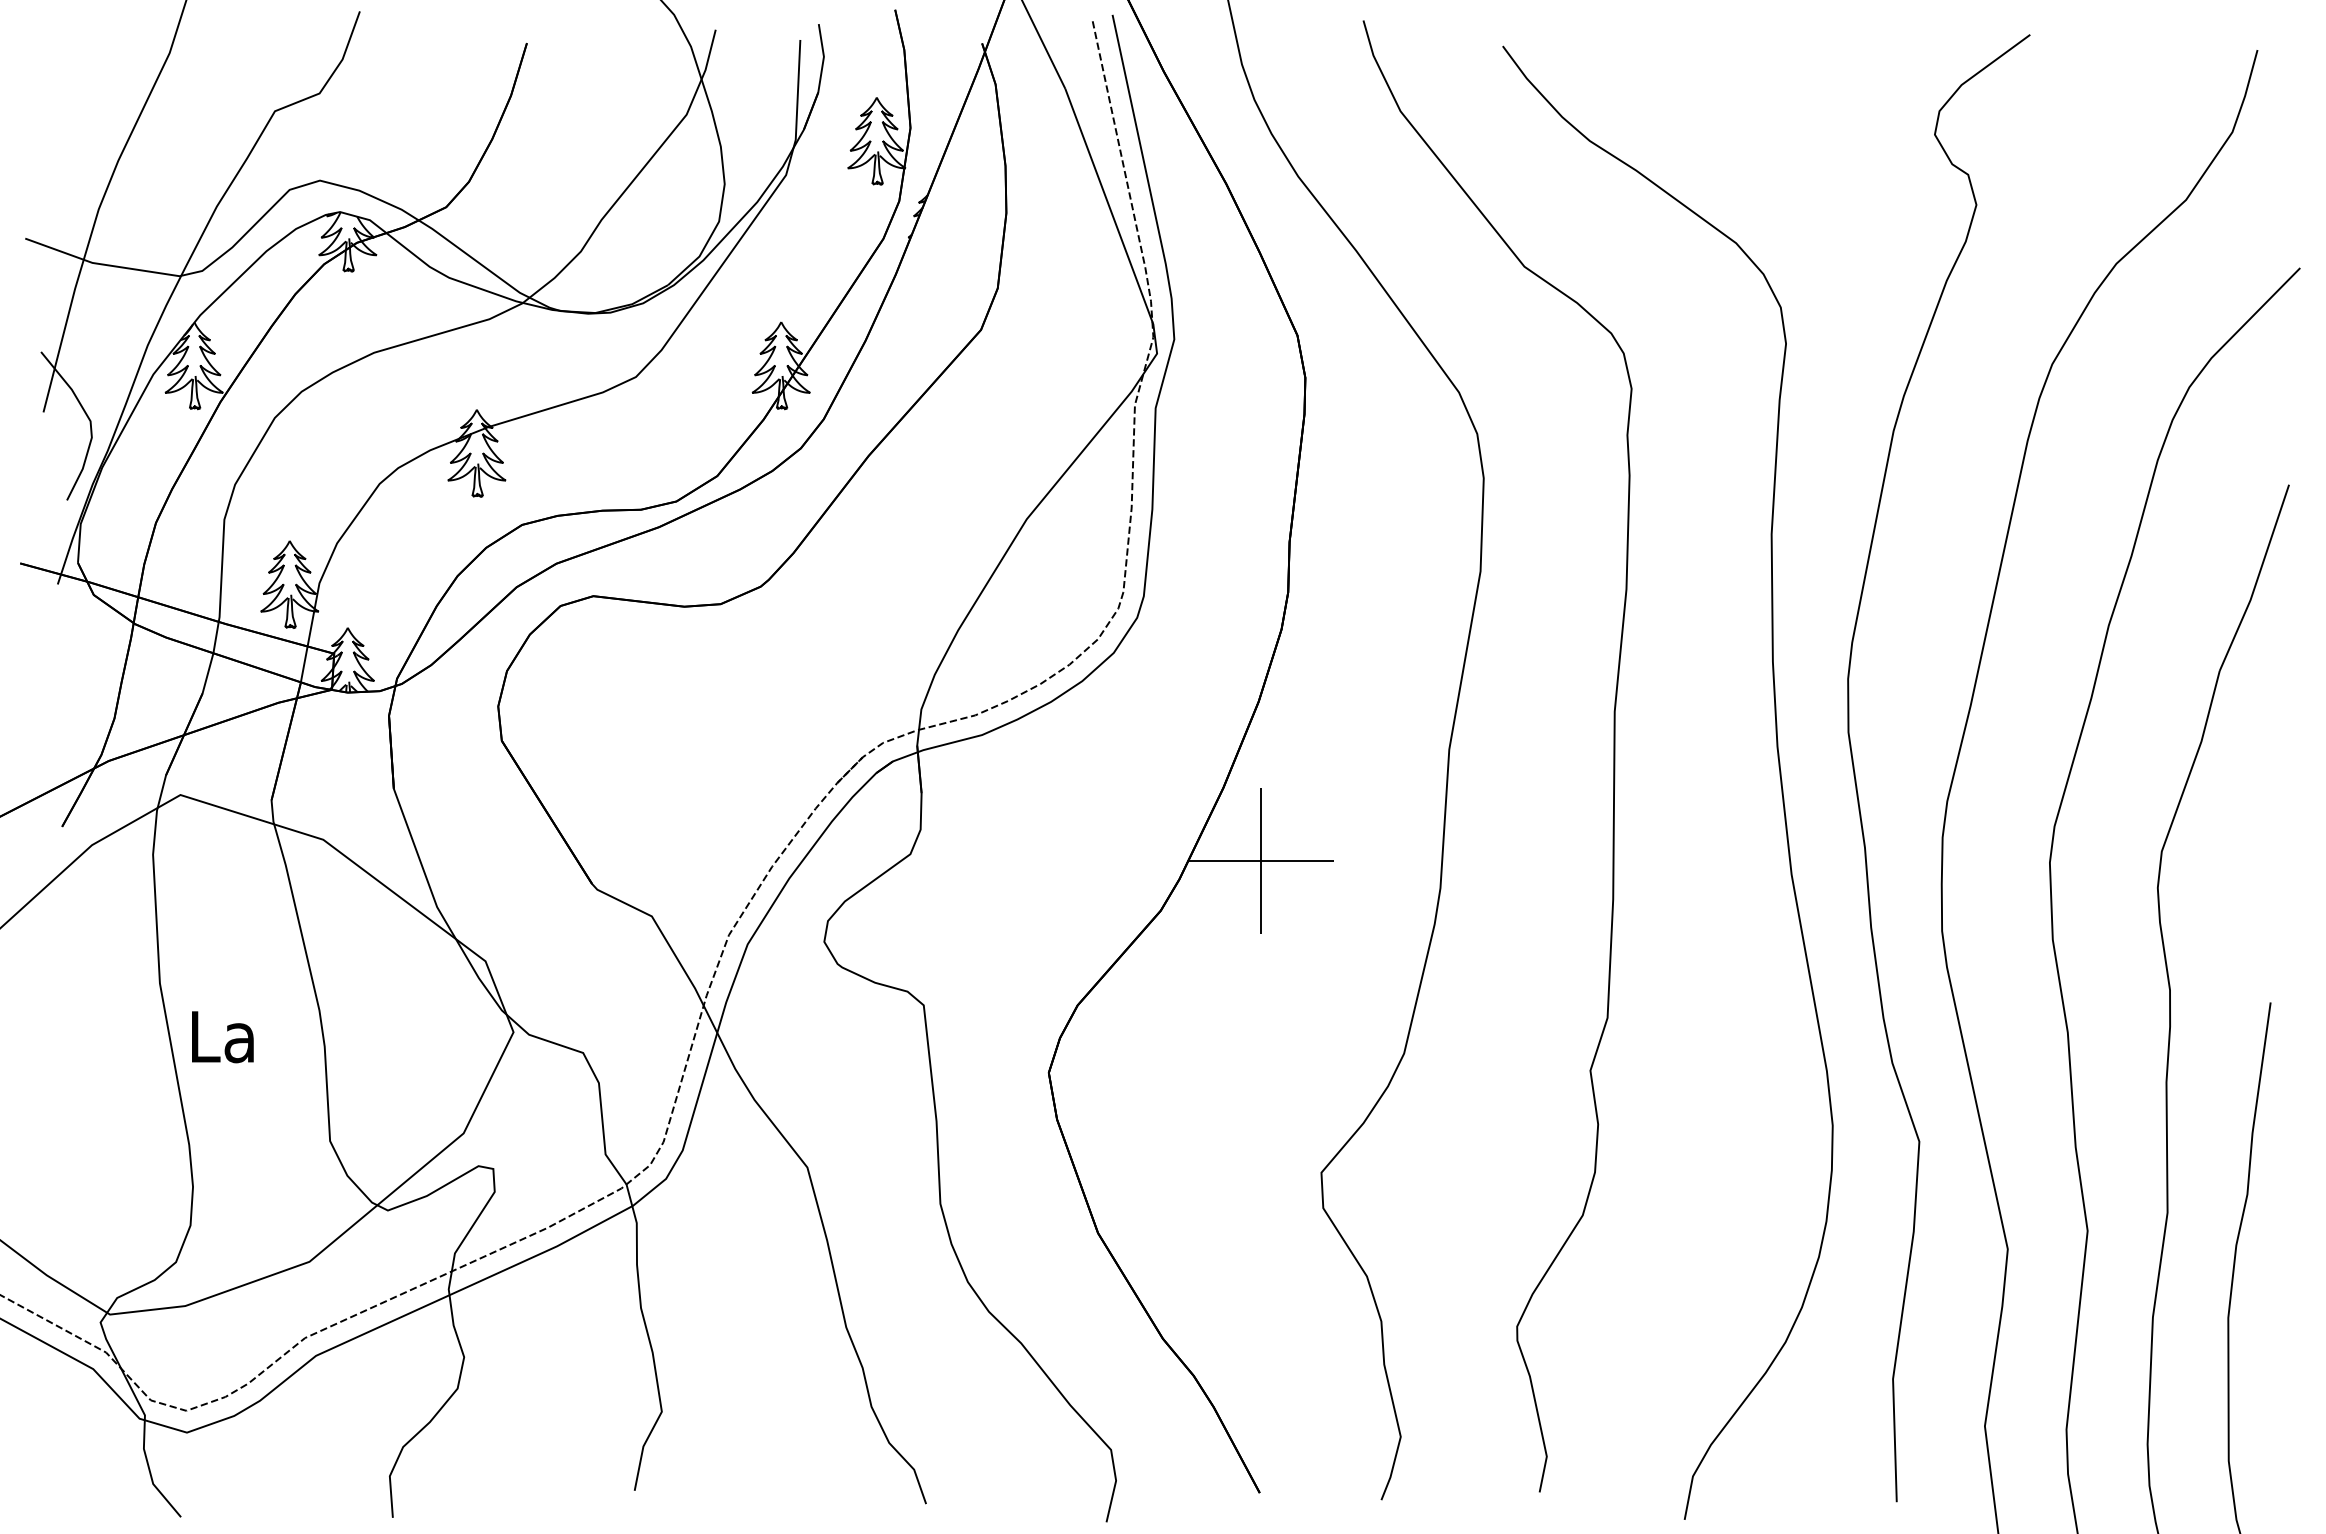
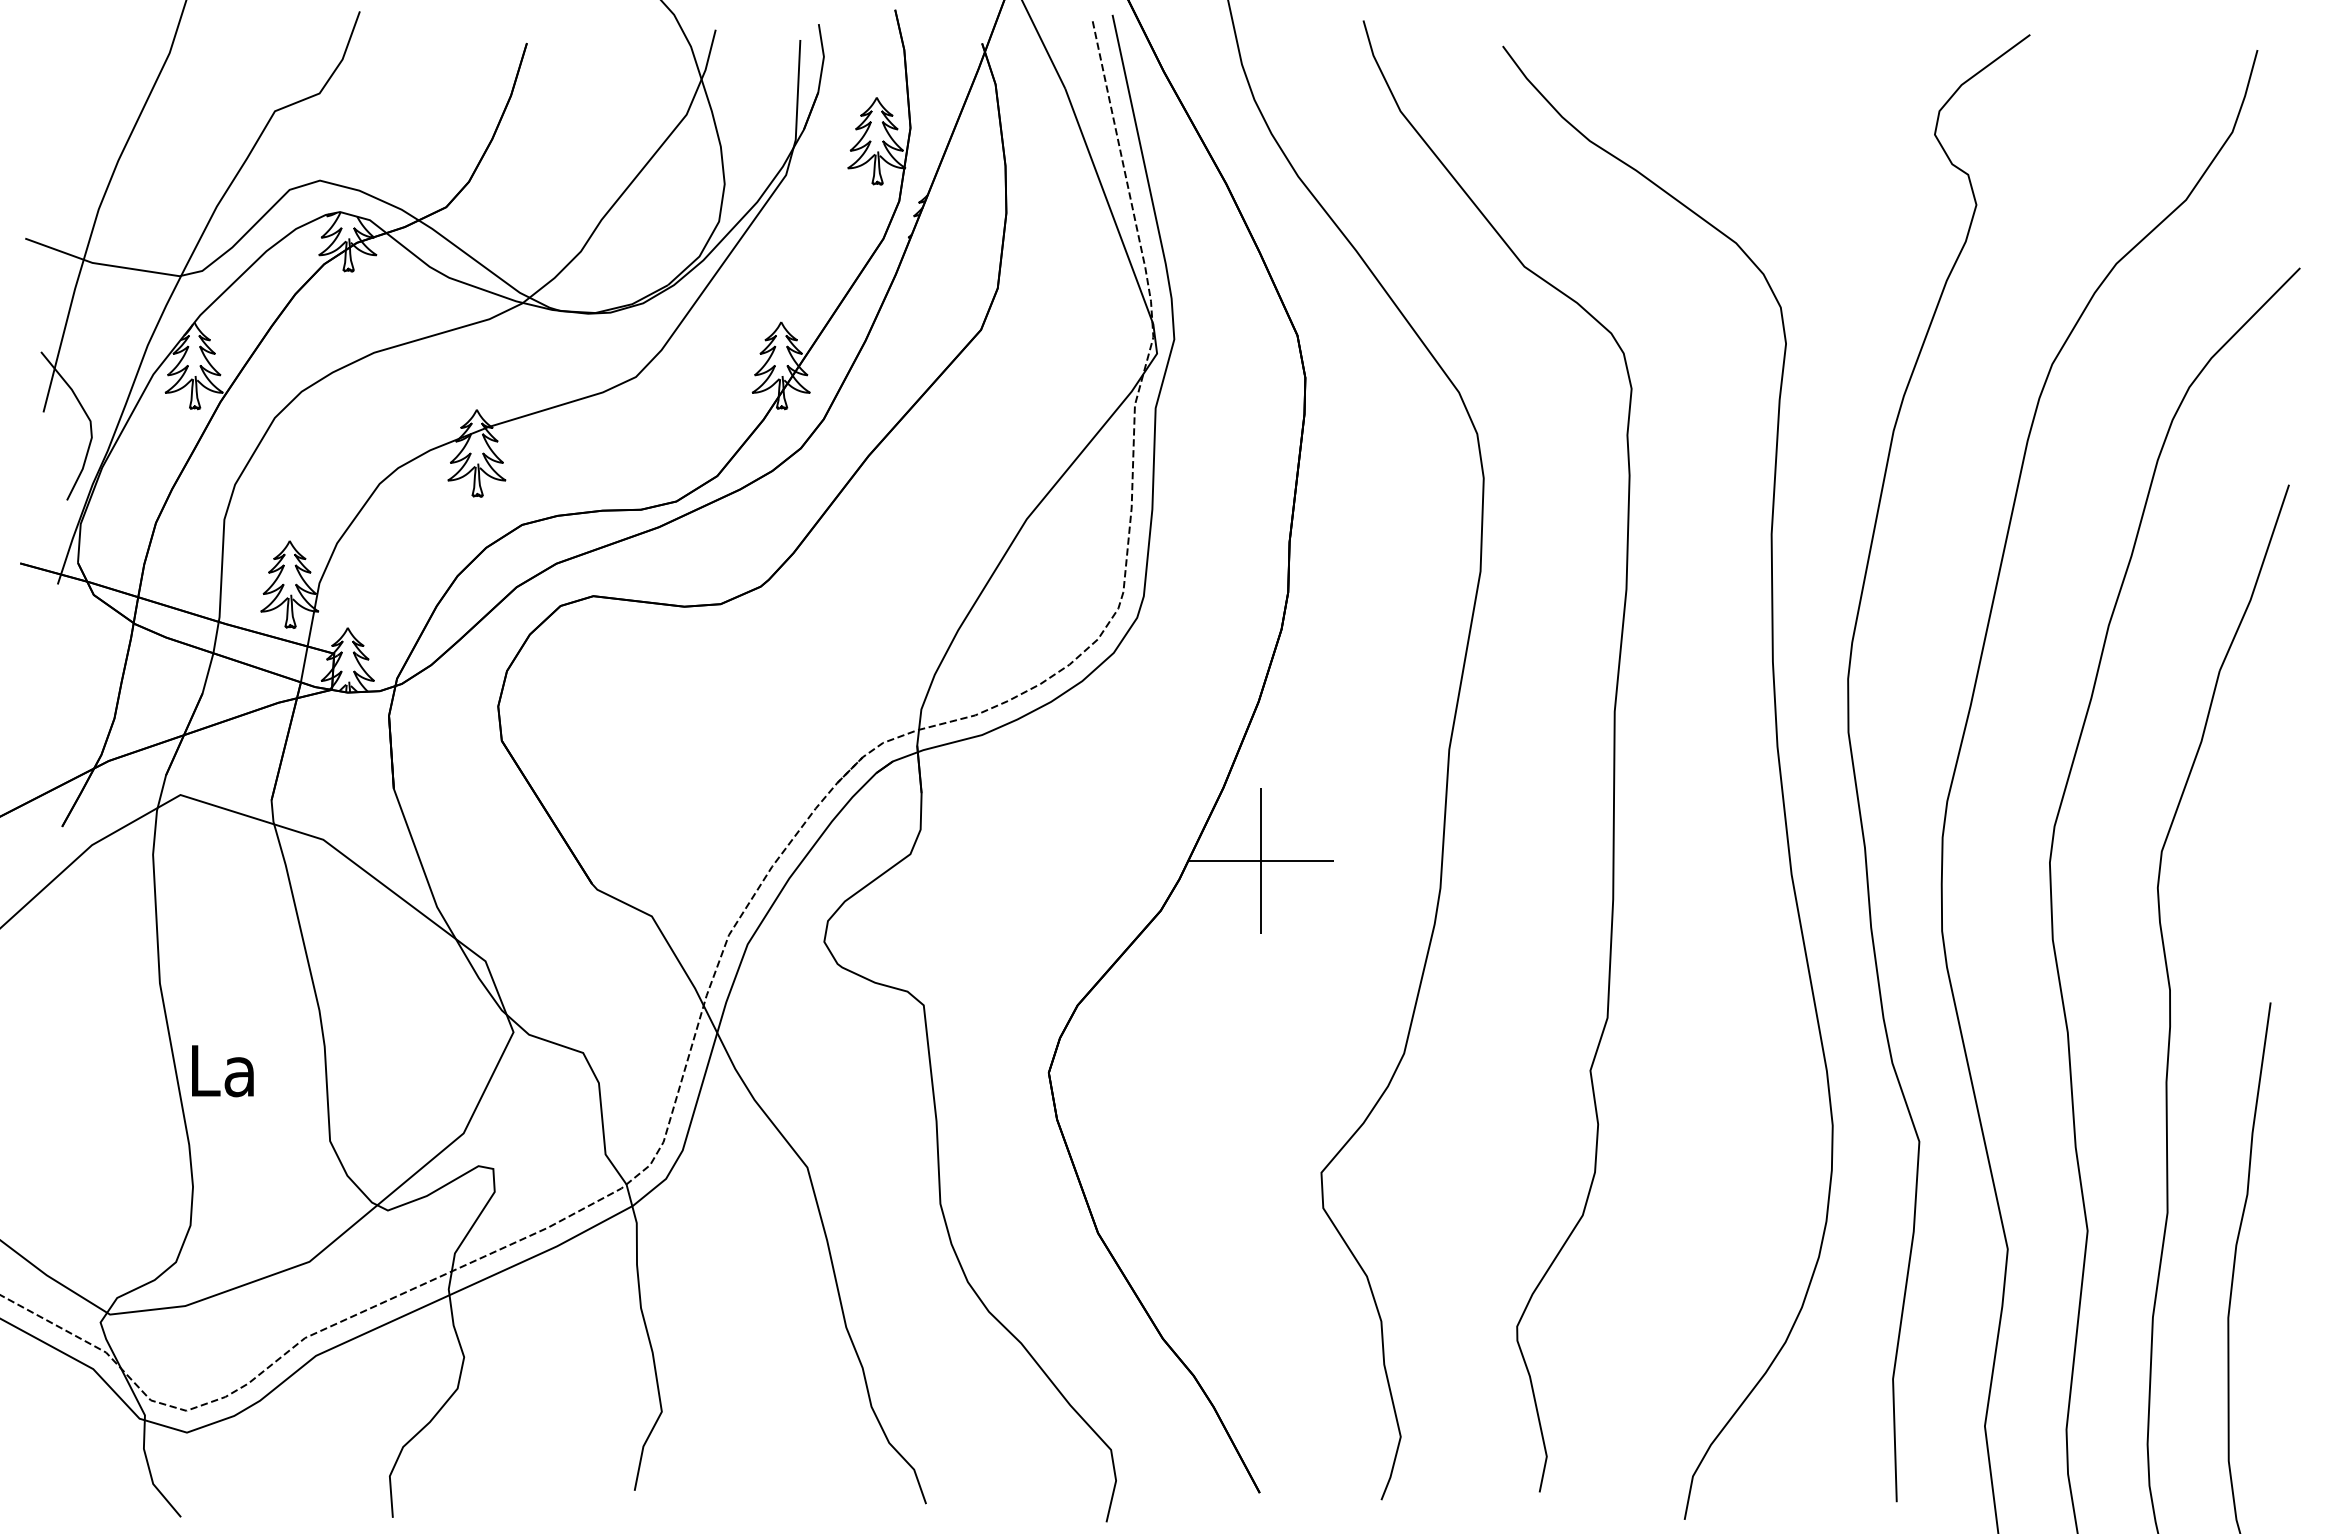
text at (222, 1037) position: (222, 1037) -> (222, 1071)
